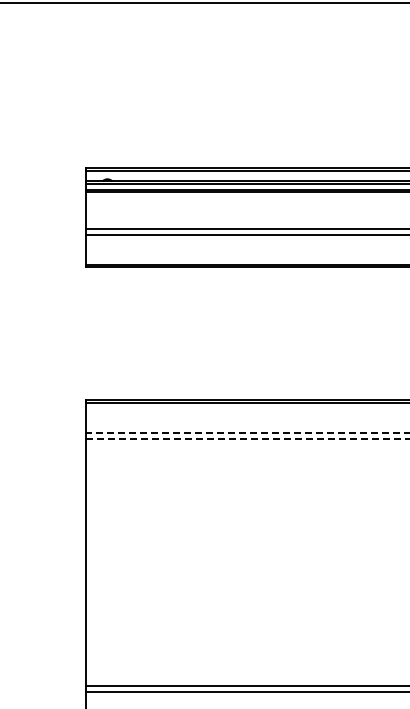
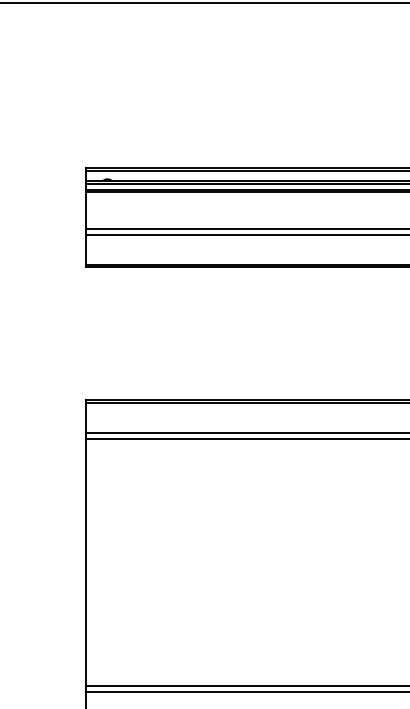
line at (247, 432): dashed -> solid
line at (247, 438): dashed -> solid
